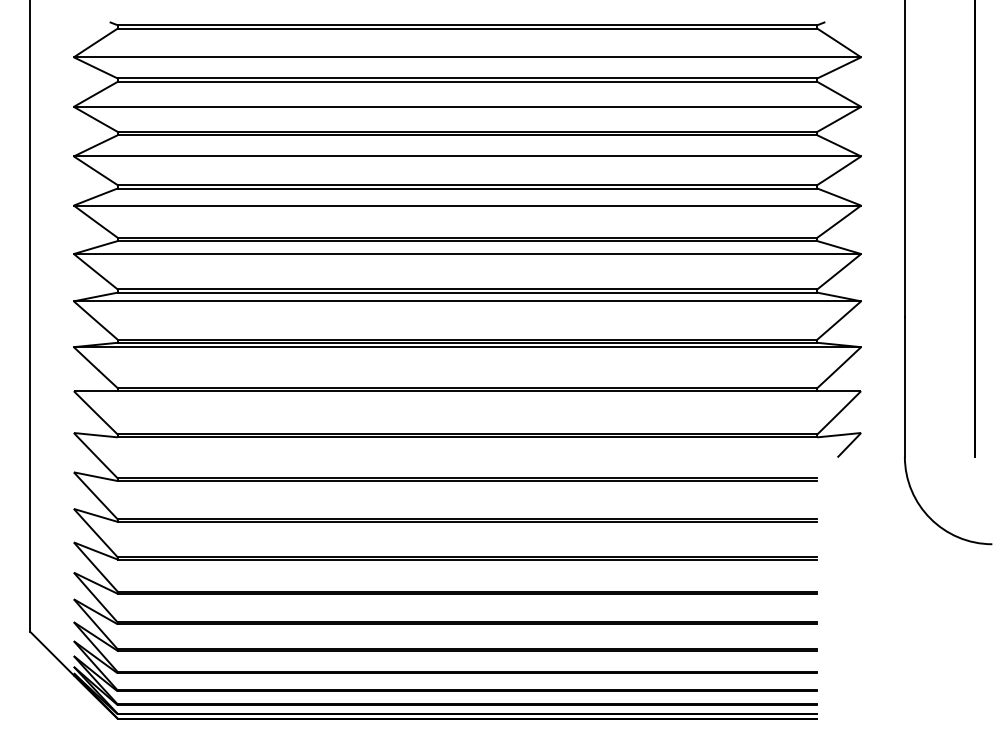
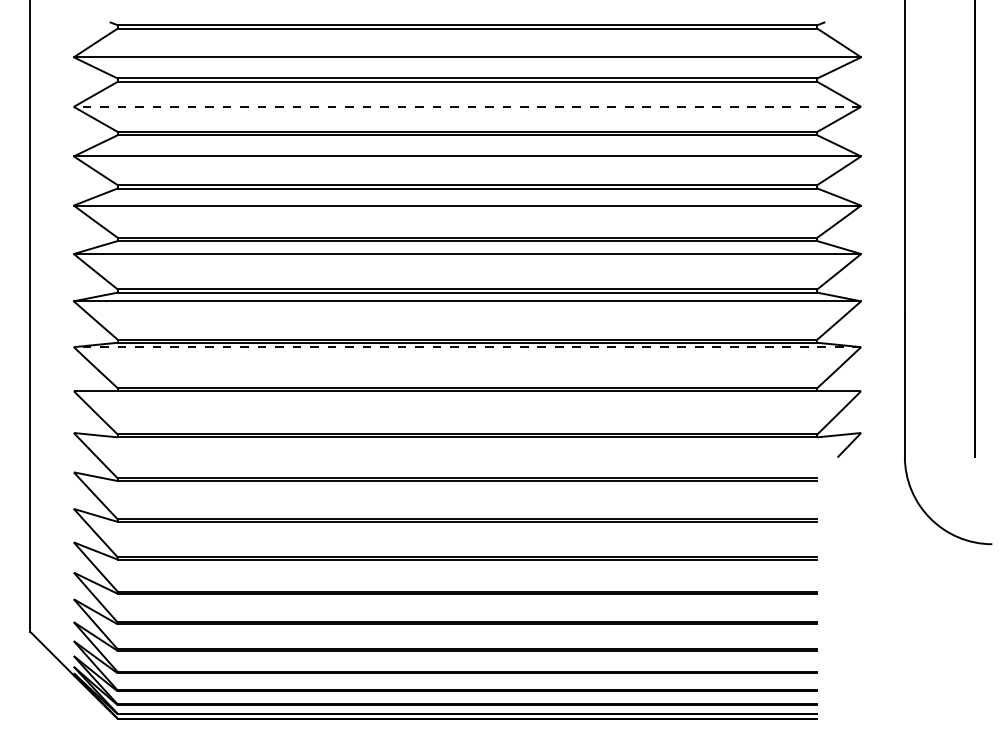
line at (467, 106): solid -> dashed
line at (467, 347): solid -> dashed
